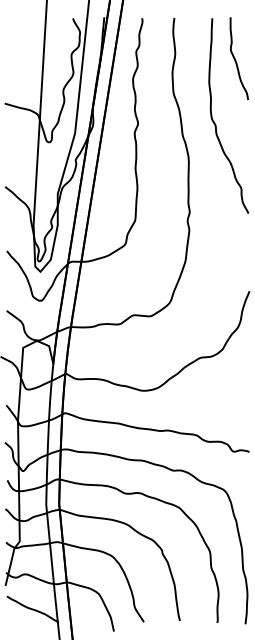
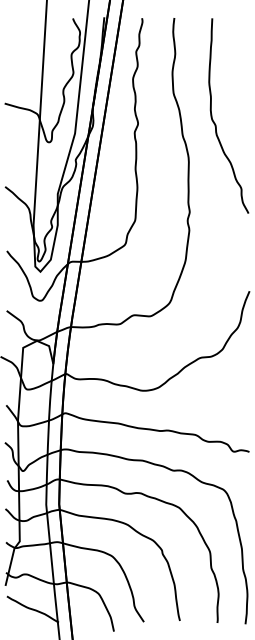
curve at (236, 60): present -> none
